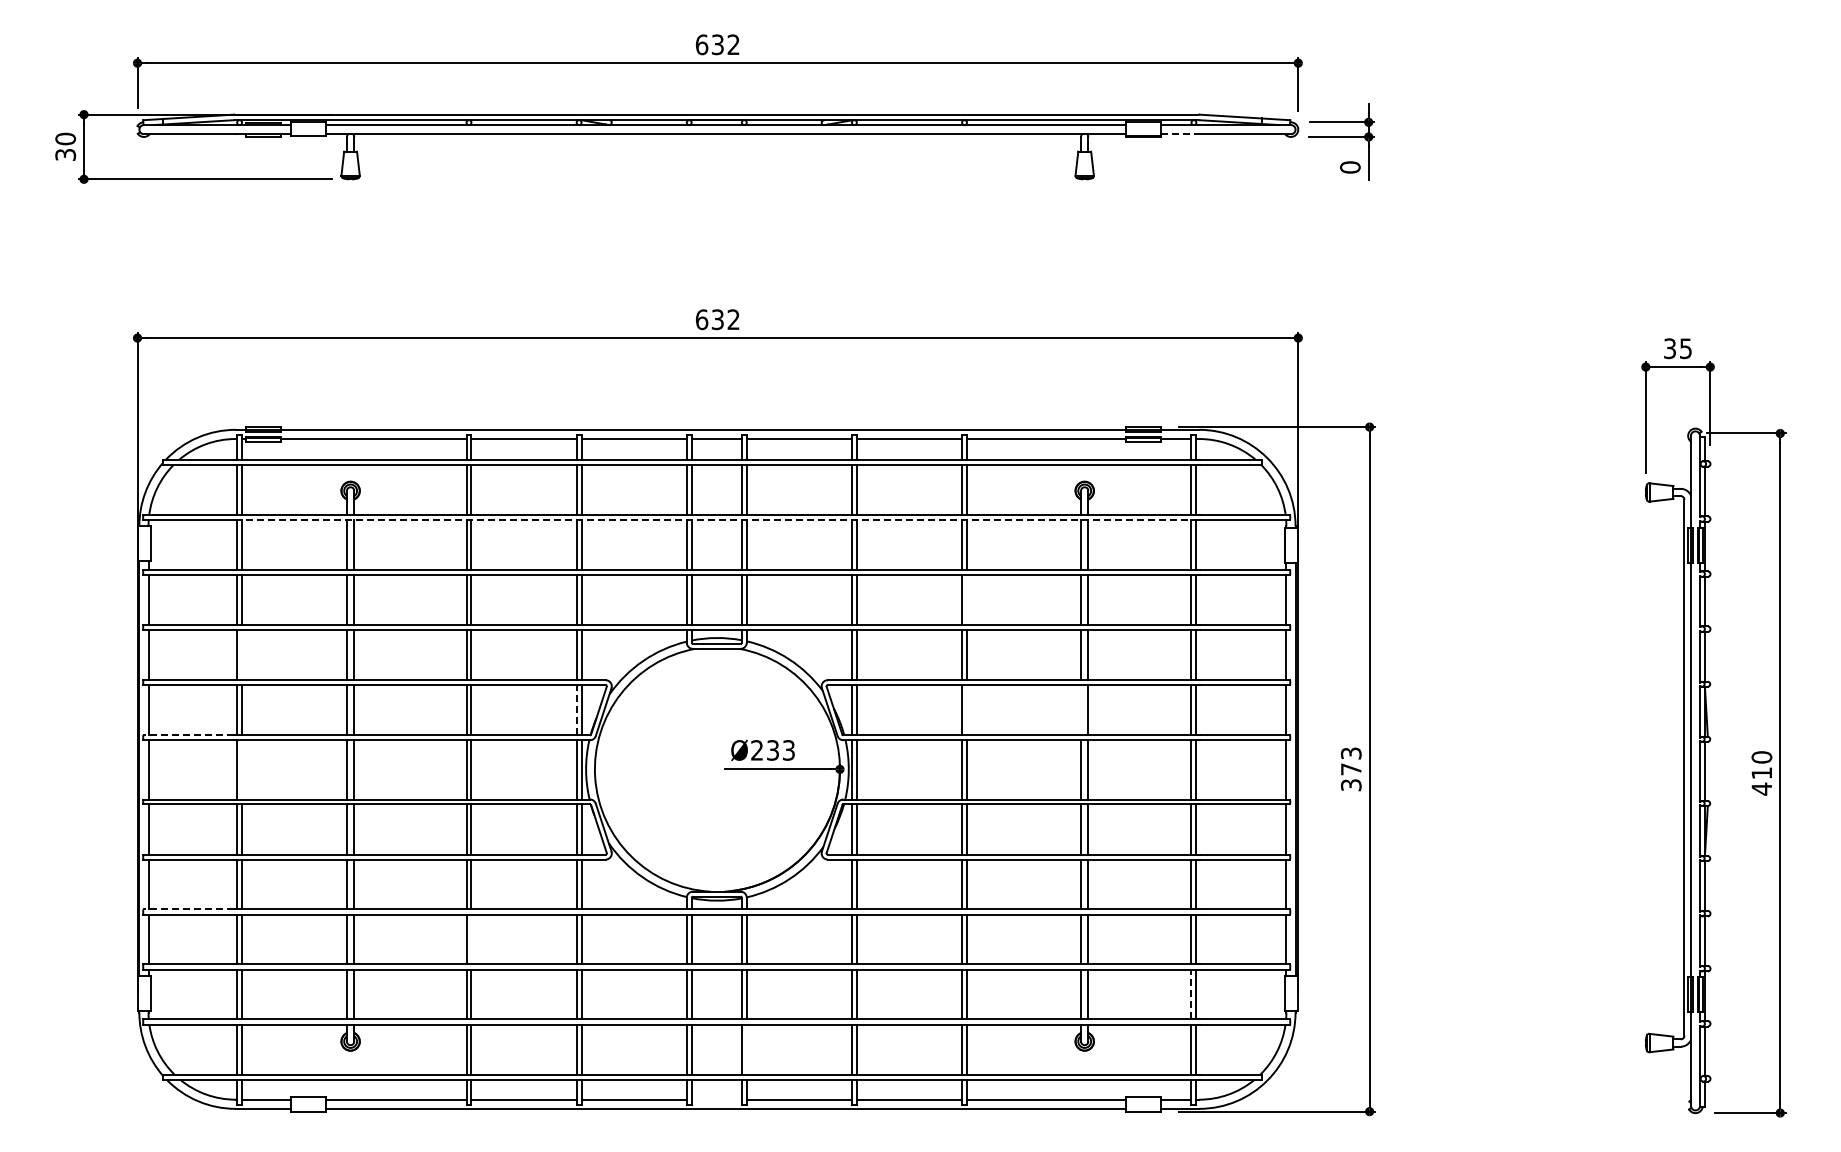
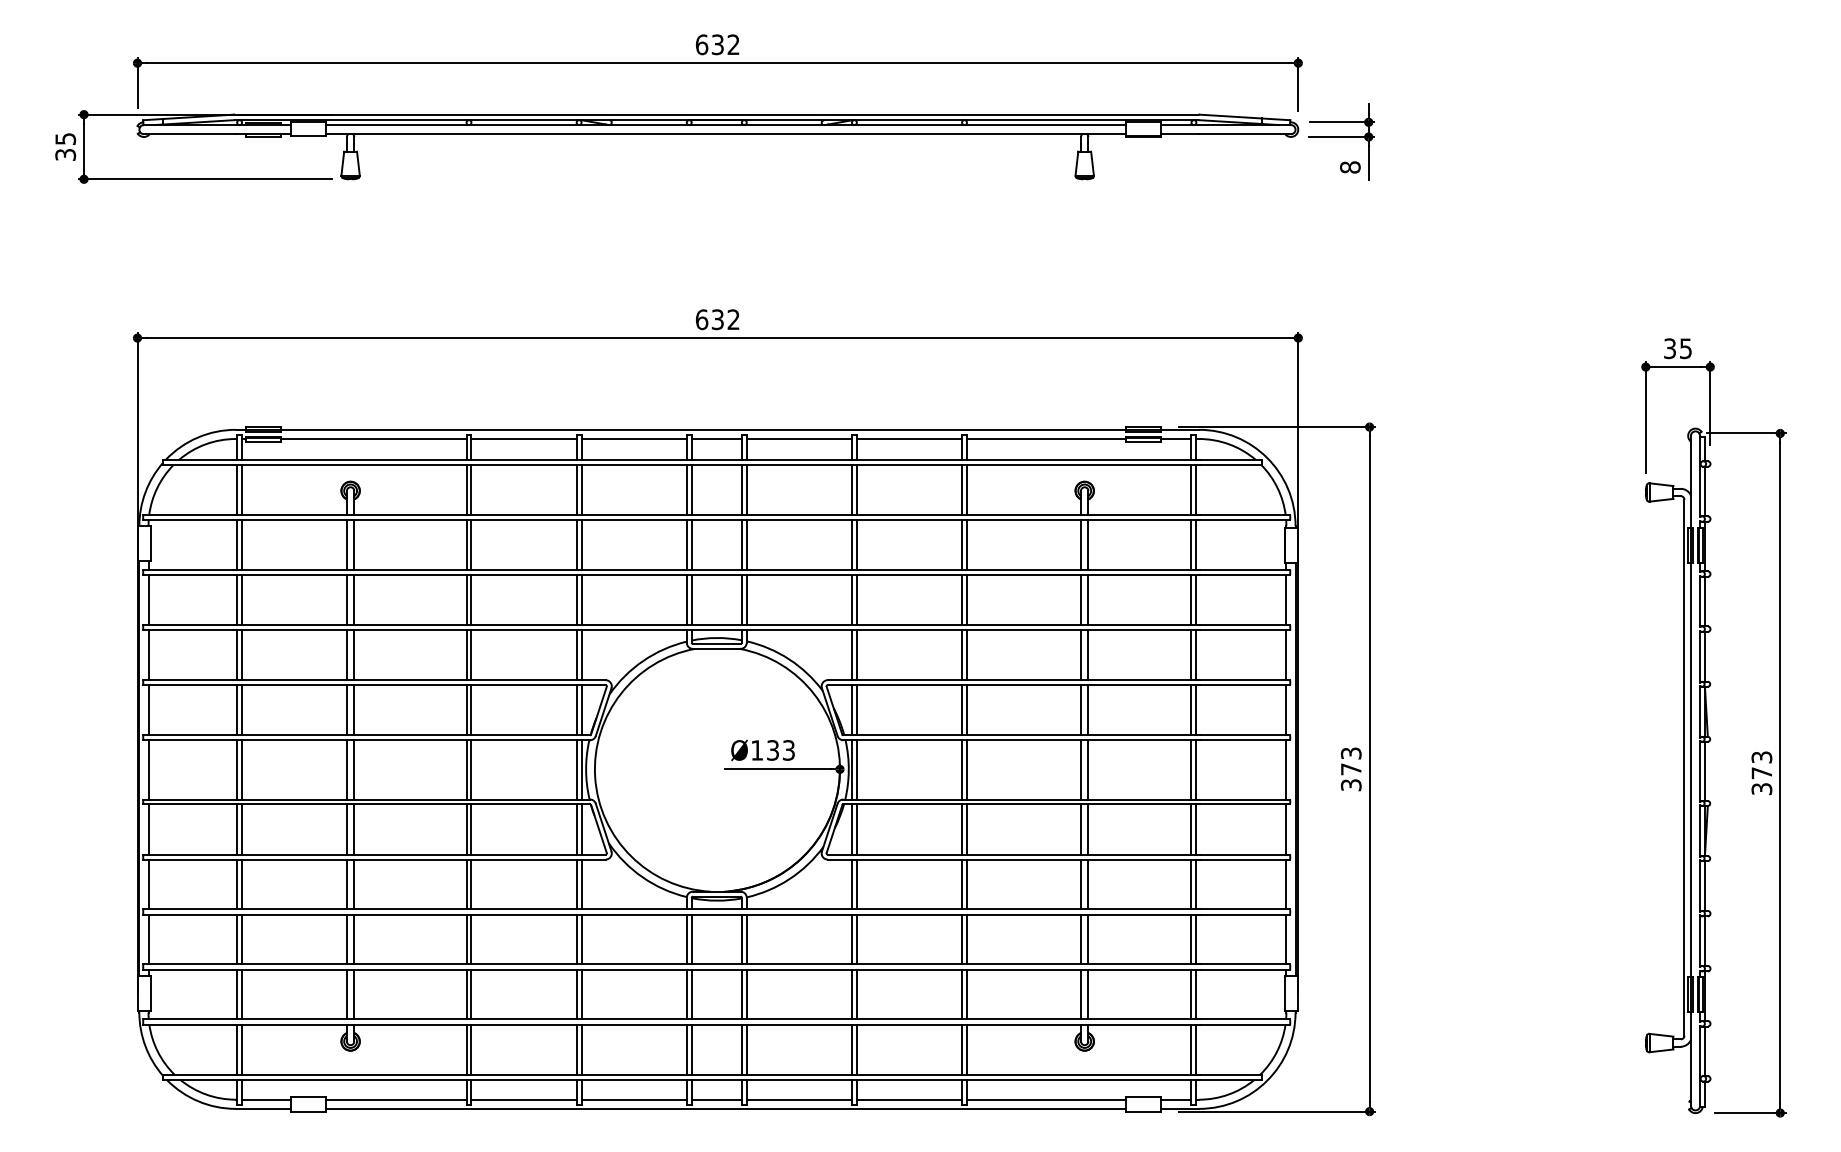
line at (1180, 134): dashed -> solid
text at (65, 138): 30 -> 35
text at (1350, 167): 0 -> 8
line at (716, 520): dashed -> solid
line at (967, 599): none -> present
line at (242, 655): none -> present
line at (576, 709): dashed -> solid
line at (967, 710): none -> present
line at (1081, 710): none -> present
line at (188, 735): dashed -> solid
text at (756, 750): Ø233 -> Ø133
line at (242, 769): none -> present
text at (1761, 773): 410 -> 373
line at (188, 909): dashed -> solid
line at (471, 939): none -> present
line at (1191, 994): dashed -> solid
line at (746, 1049): none -> present
line at (716, 1099): none -> present
